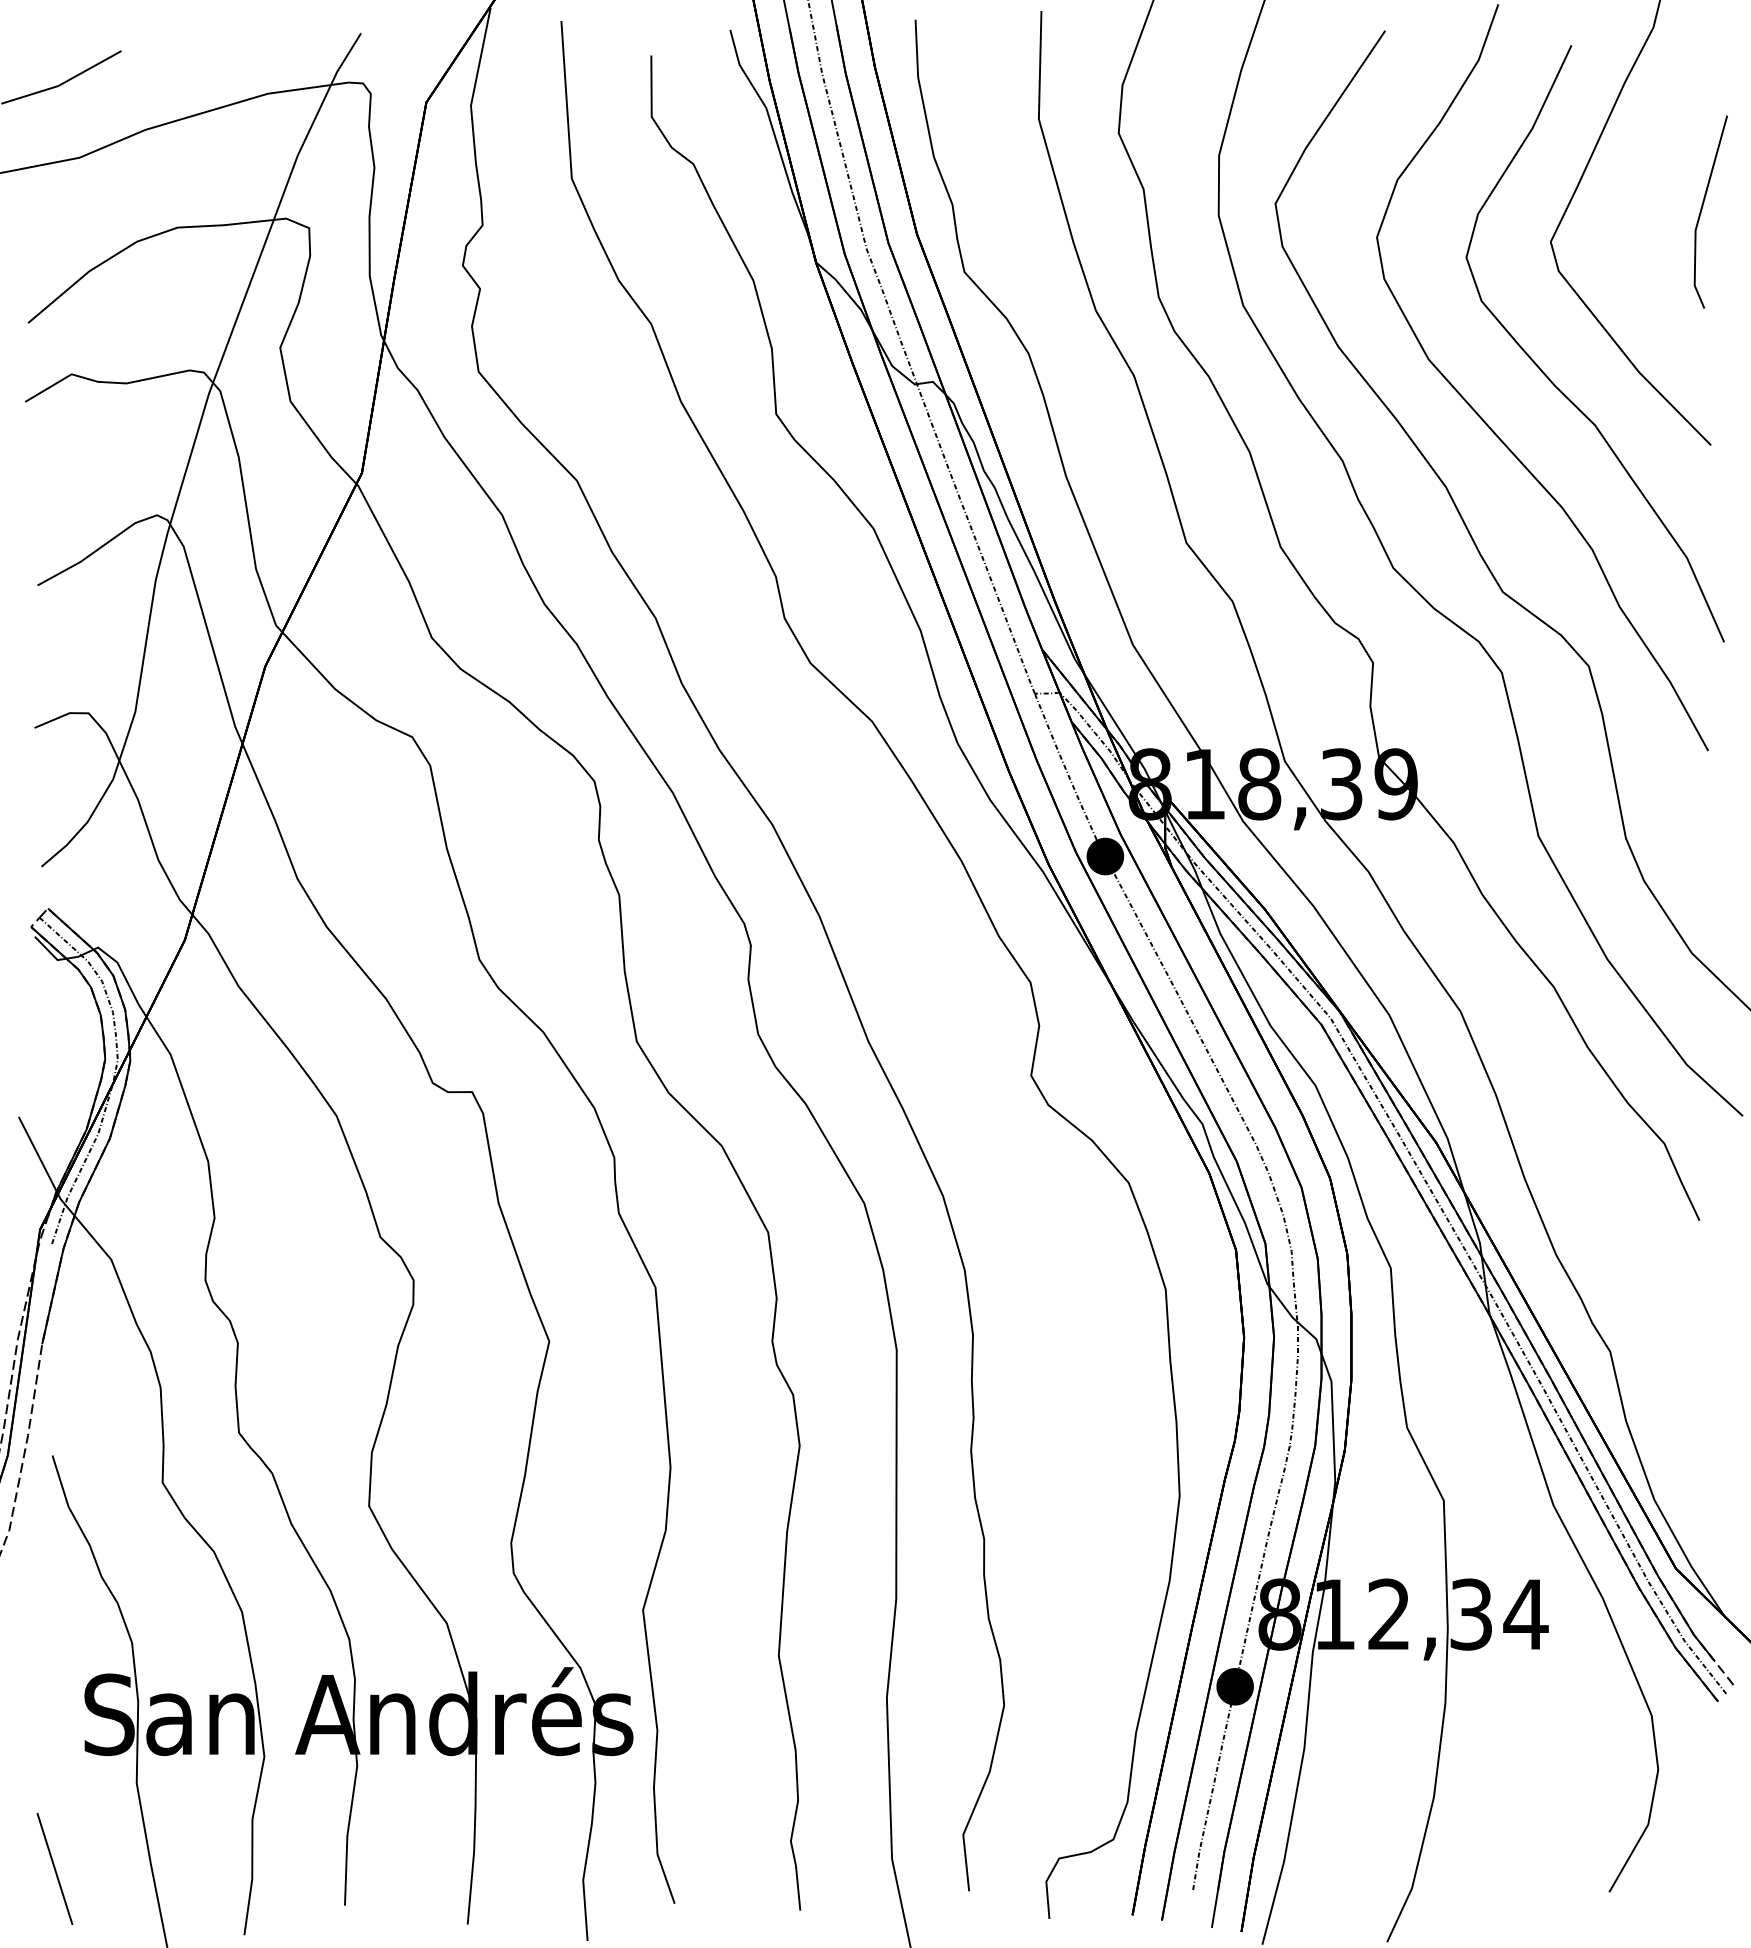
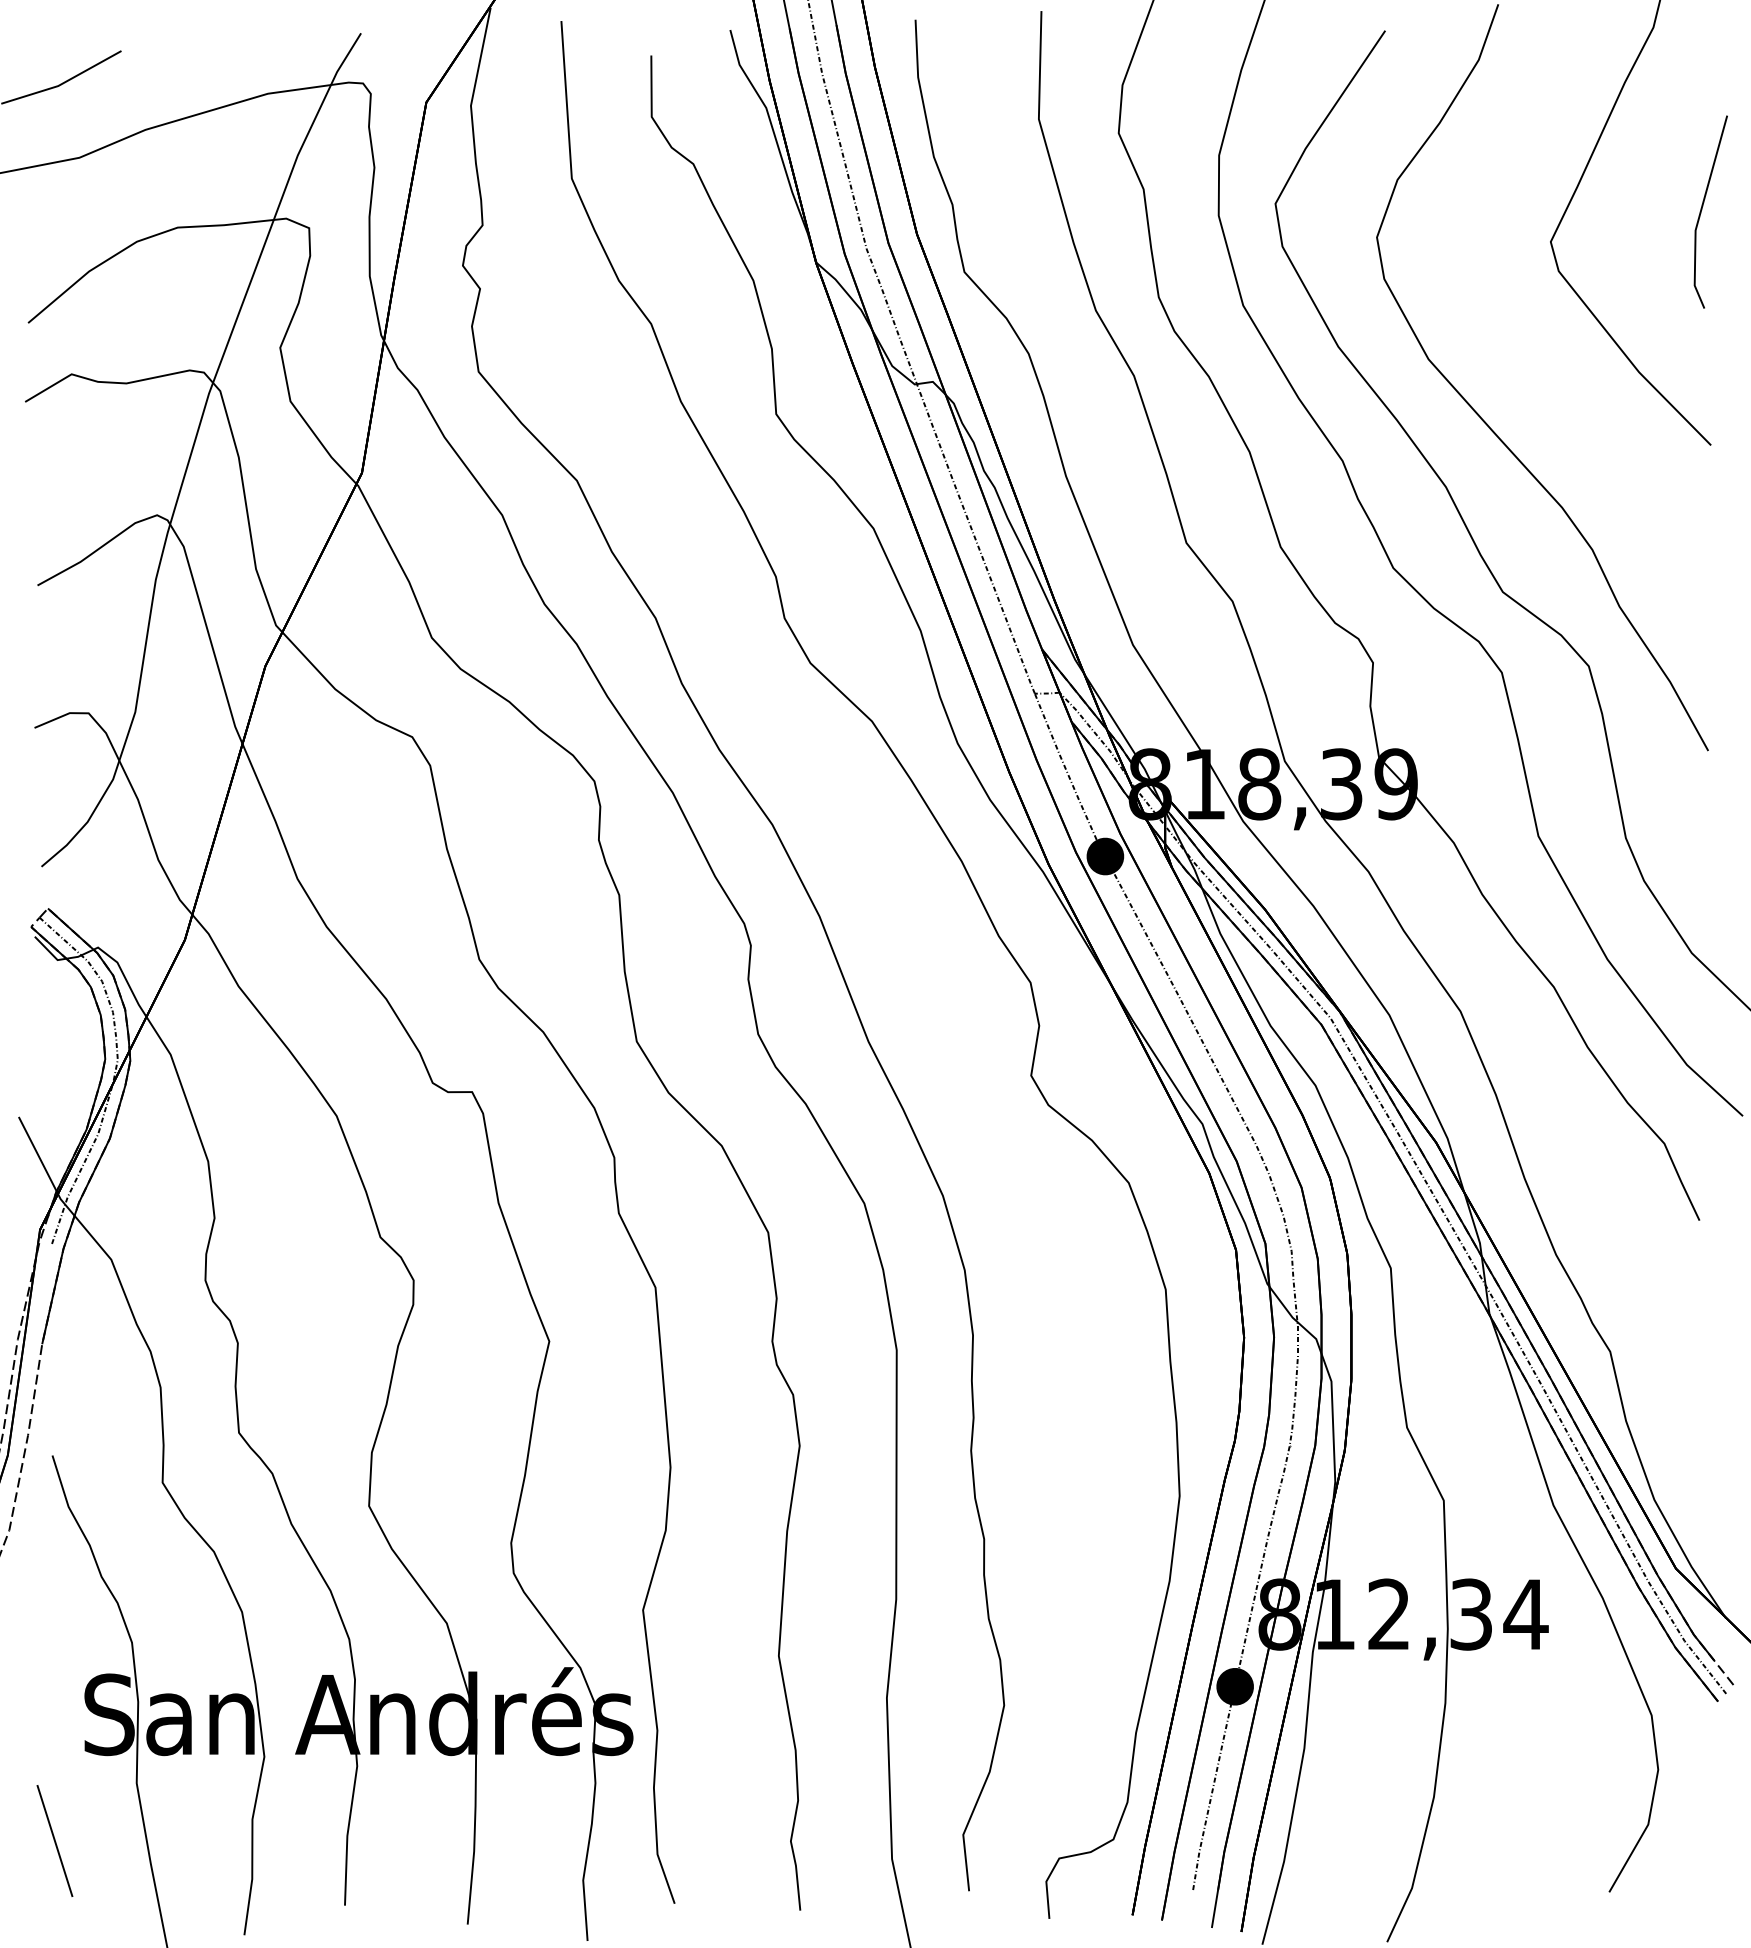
curve at (1554, 383): present -> none
line at (54, 1868) position: (54, 1868) -> (54, 1840)
